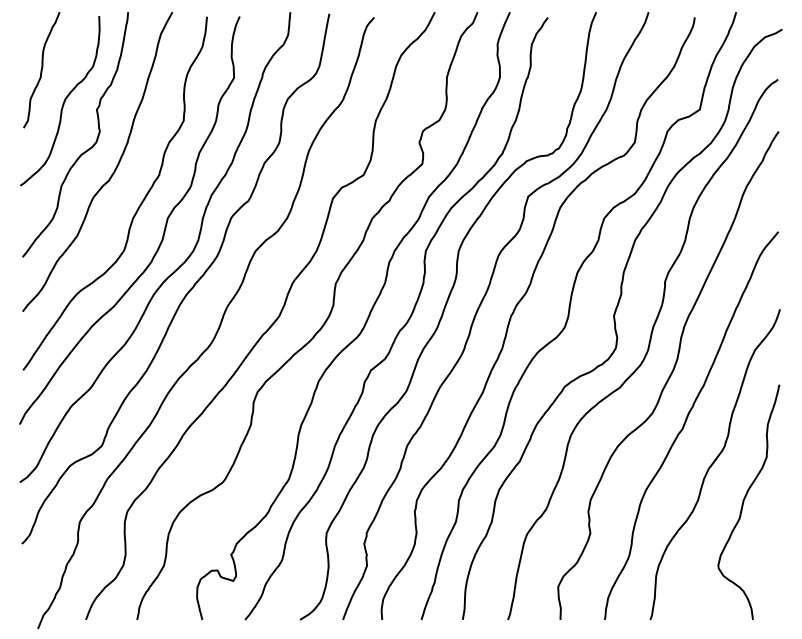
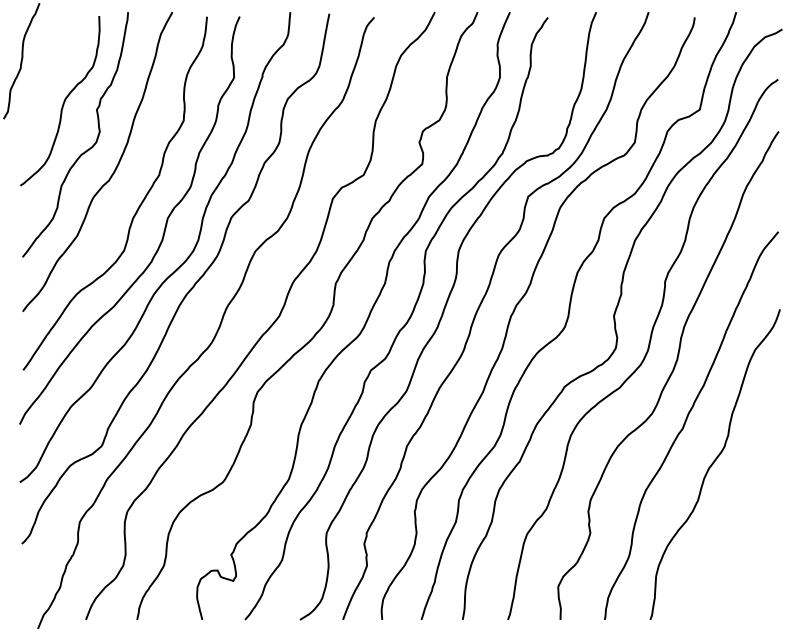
curve at (41, 70) position: (41, 70) -> (21, 61)
curve at (745, 499): present -> none
